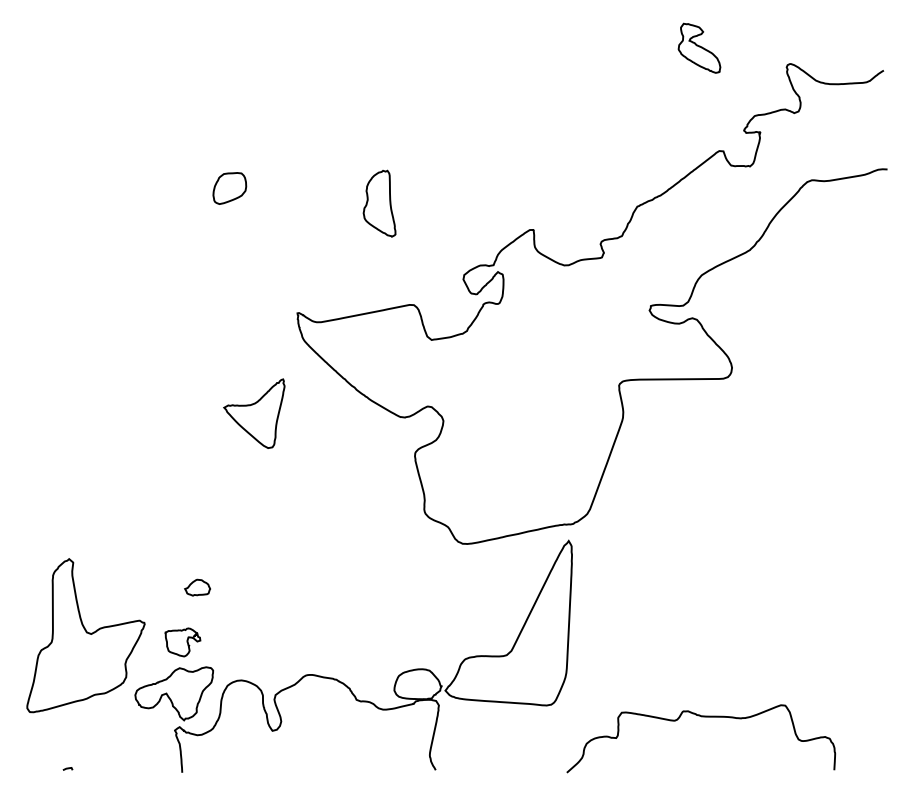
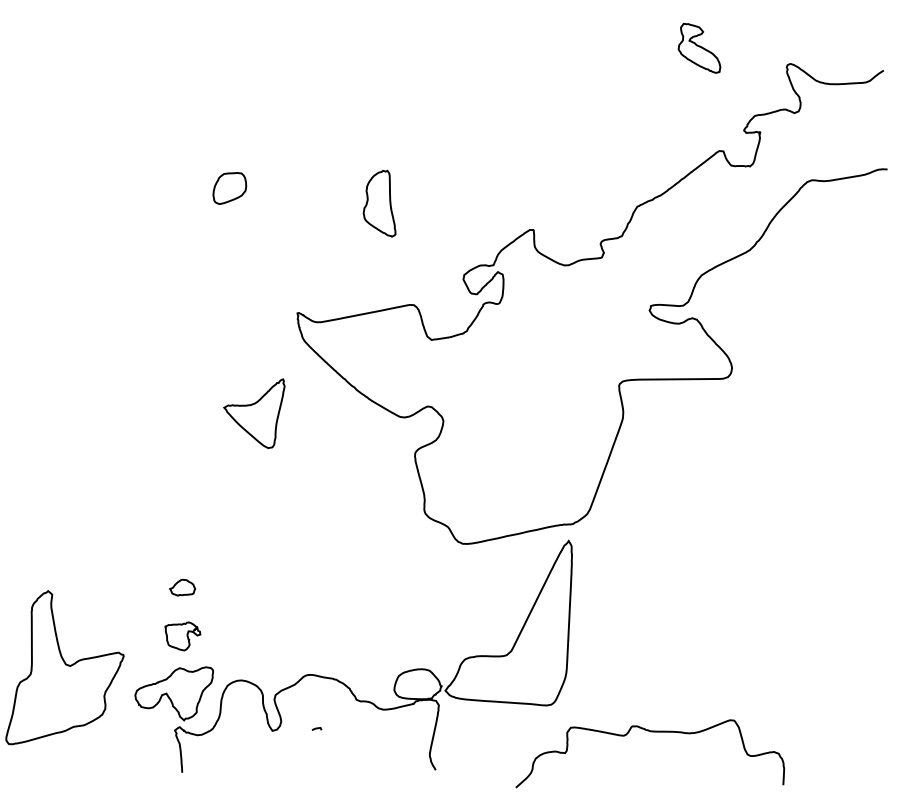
part at (197, 587) position: (197, 587) -> (182, 587)
part at (85, 635) position: (85, 635) -> (64, 667)
part at (182, 642) position: (182, 642) -> (182, 636)
curve at (701, 717) position: (701, 717) -> (650, 732)
line at (67, 768) position: (67, 768) -> (316, 728)
